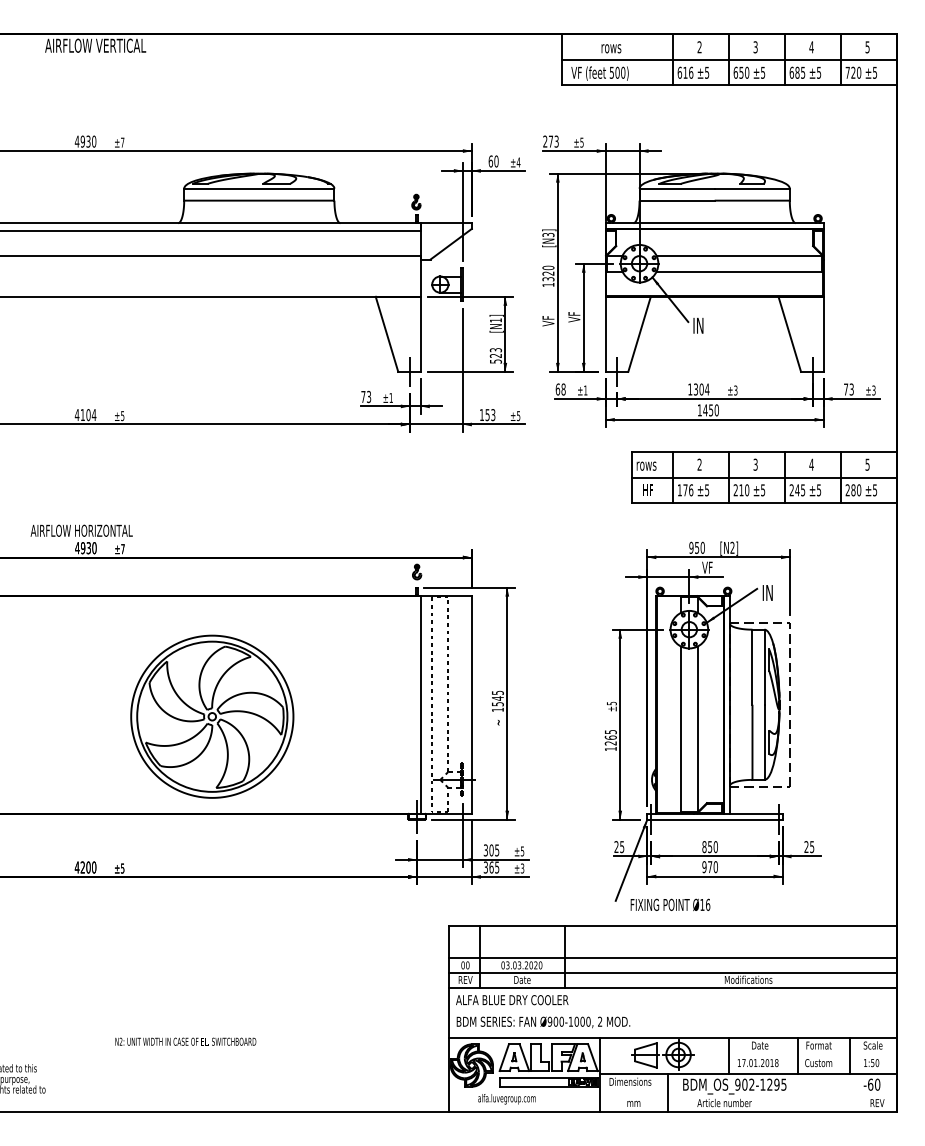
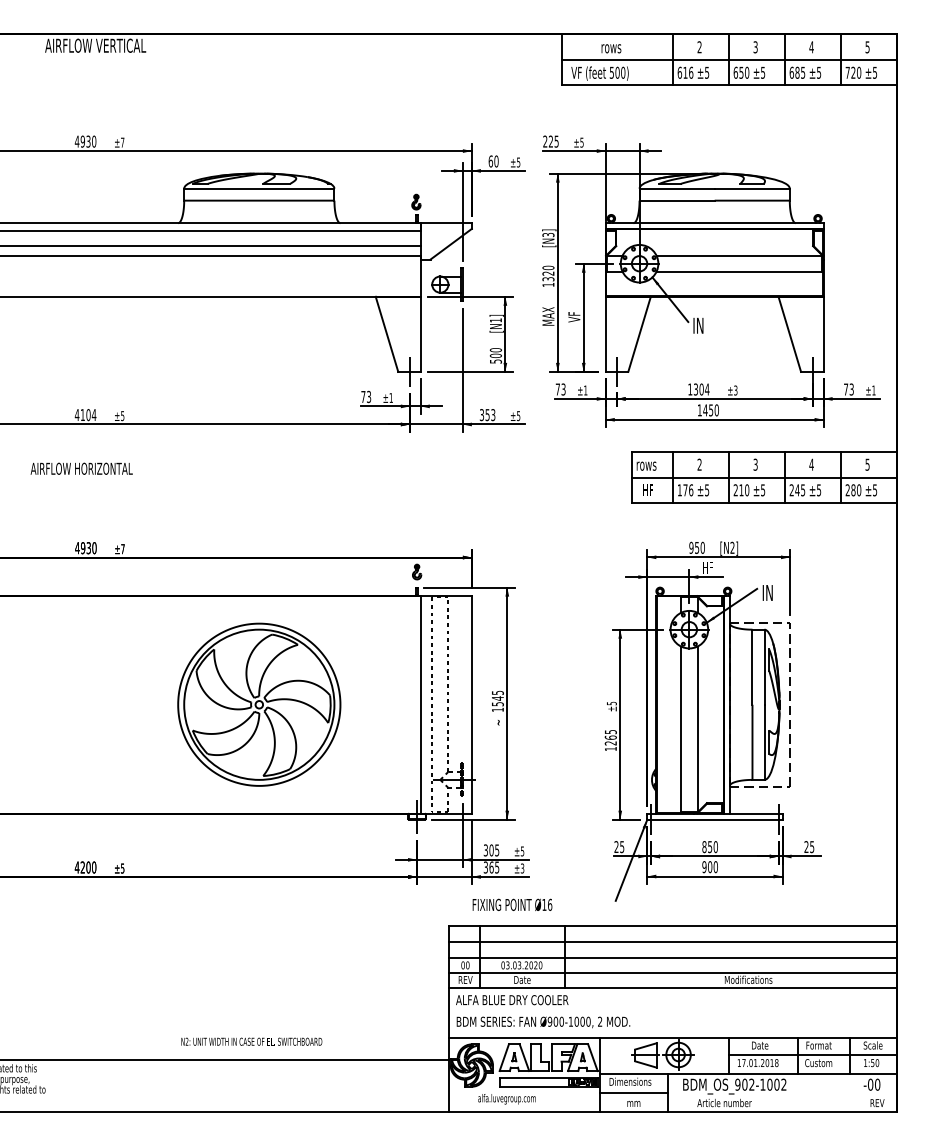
text at (553, 141): 273 -> 225
text at (518, 162): ±4 -> ±5
line at (211, 246): none -> present
text at (548, 316): VF -> MAX
text at (495, 353): 523 -> 500
text at (560, 389): 68 -> 73
text at (873, 390): ±3 -> ±1
text at (481, 415): 153 -> 353
text at (81, 530) position: (81, 530) -> (81, 468)
text at (707, 567): VF -> HF
part at (212, 716) position: (212, 716) -> (259, 704)
text at (710, 867): 970 -> 900
text at (670, 904) position: (670, 904) -> (512, 904)
line at (672, 942): none -> present
text at (185, 1041) position: (185, 1041) -> (251, 1041)
line at (812, 1055): none -> present
line at (225, 1060): none -> present
text at (776, 1084): BDM_OS_902-1295 -> BDM_OS_902-1002
text at (870, 1084): -60 -> -00
line at (633, 1093): none -> present
